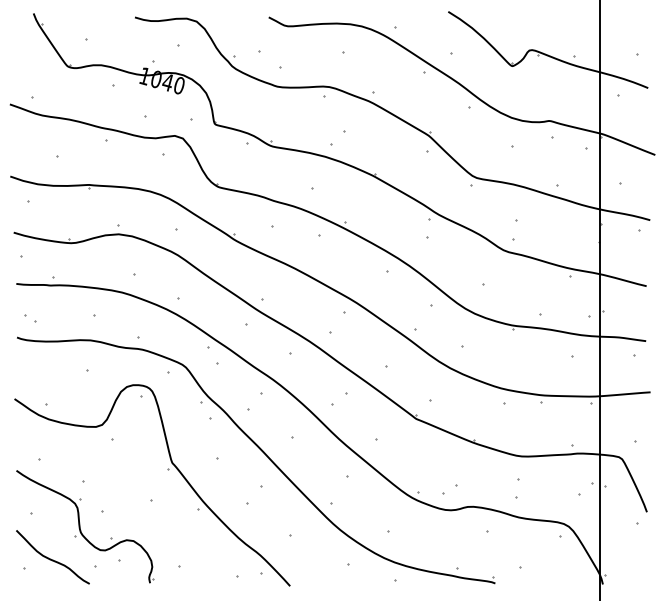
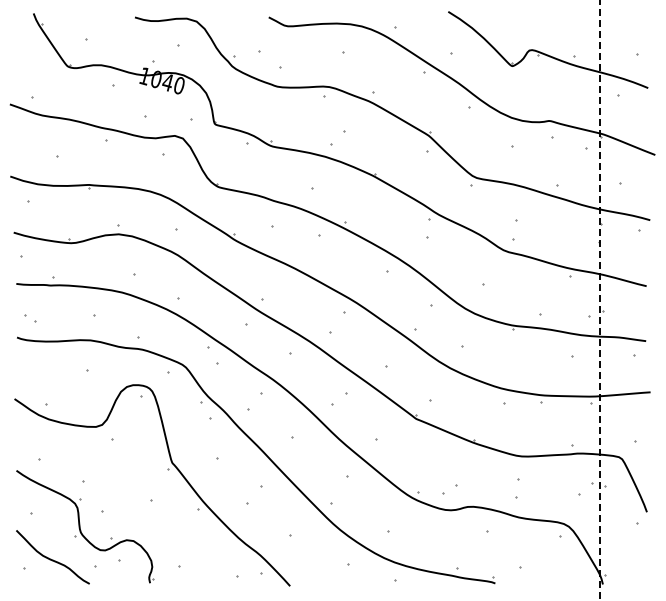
line at (600, 300): solid -> dashed
